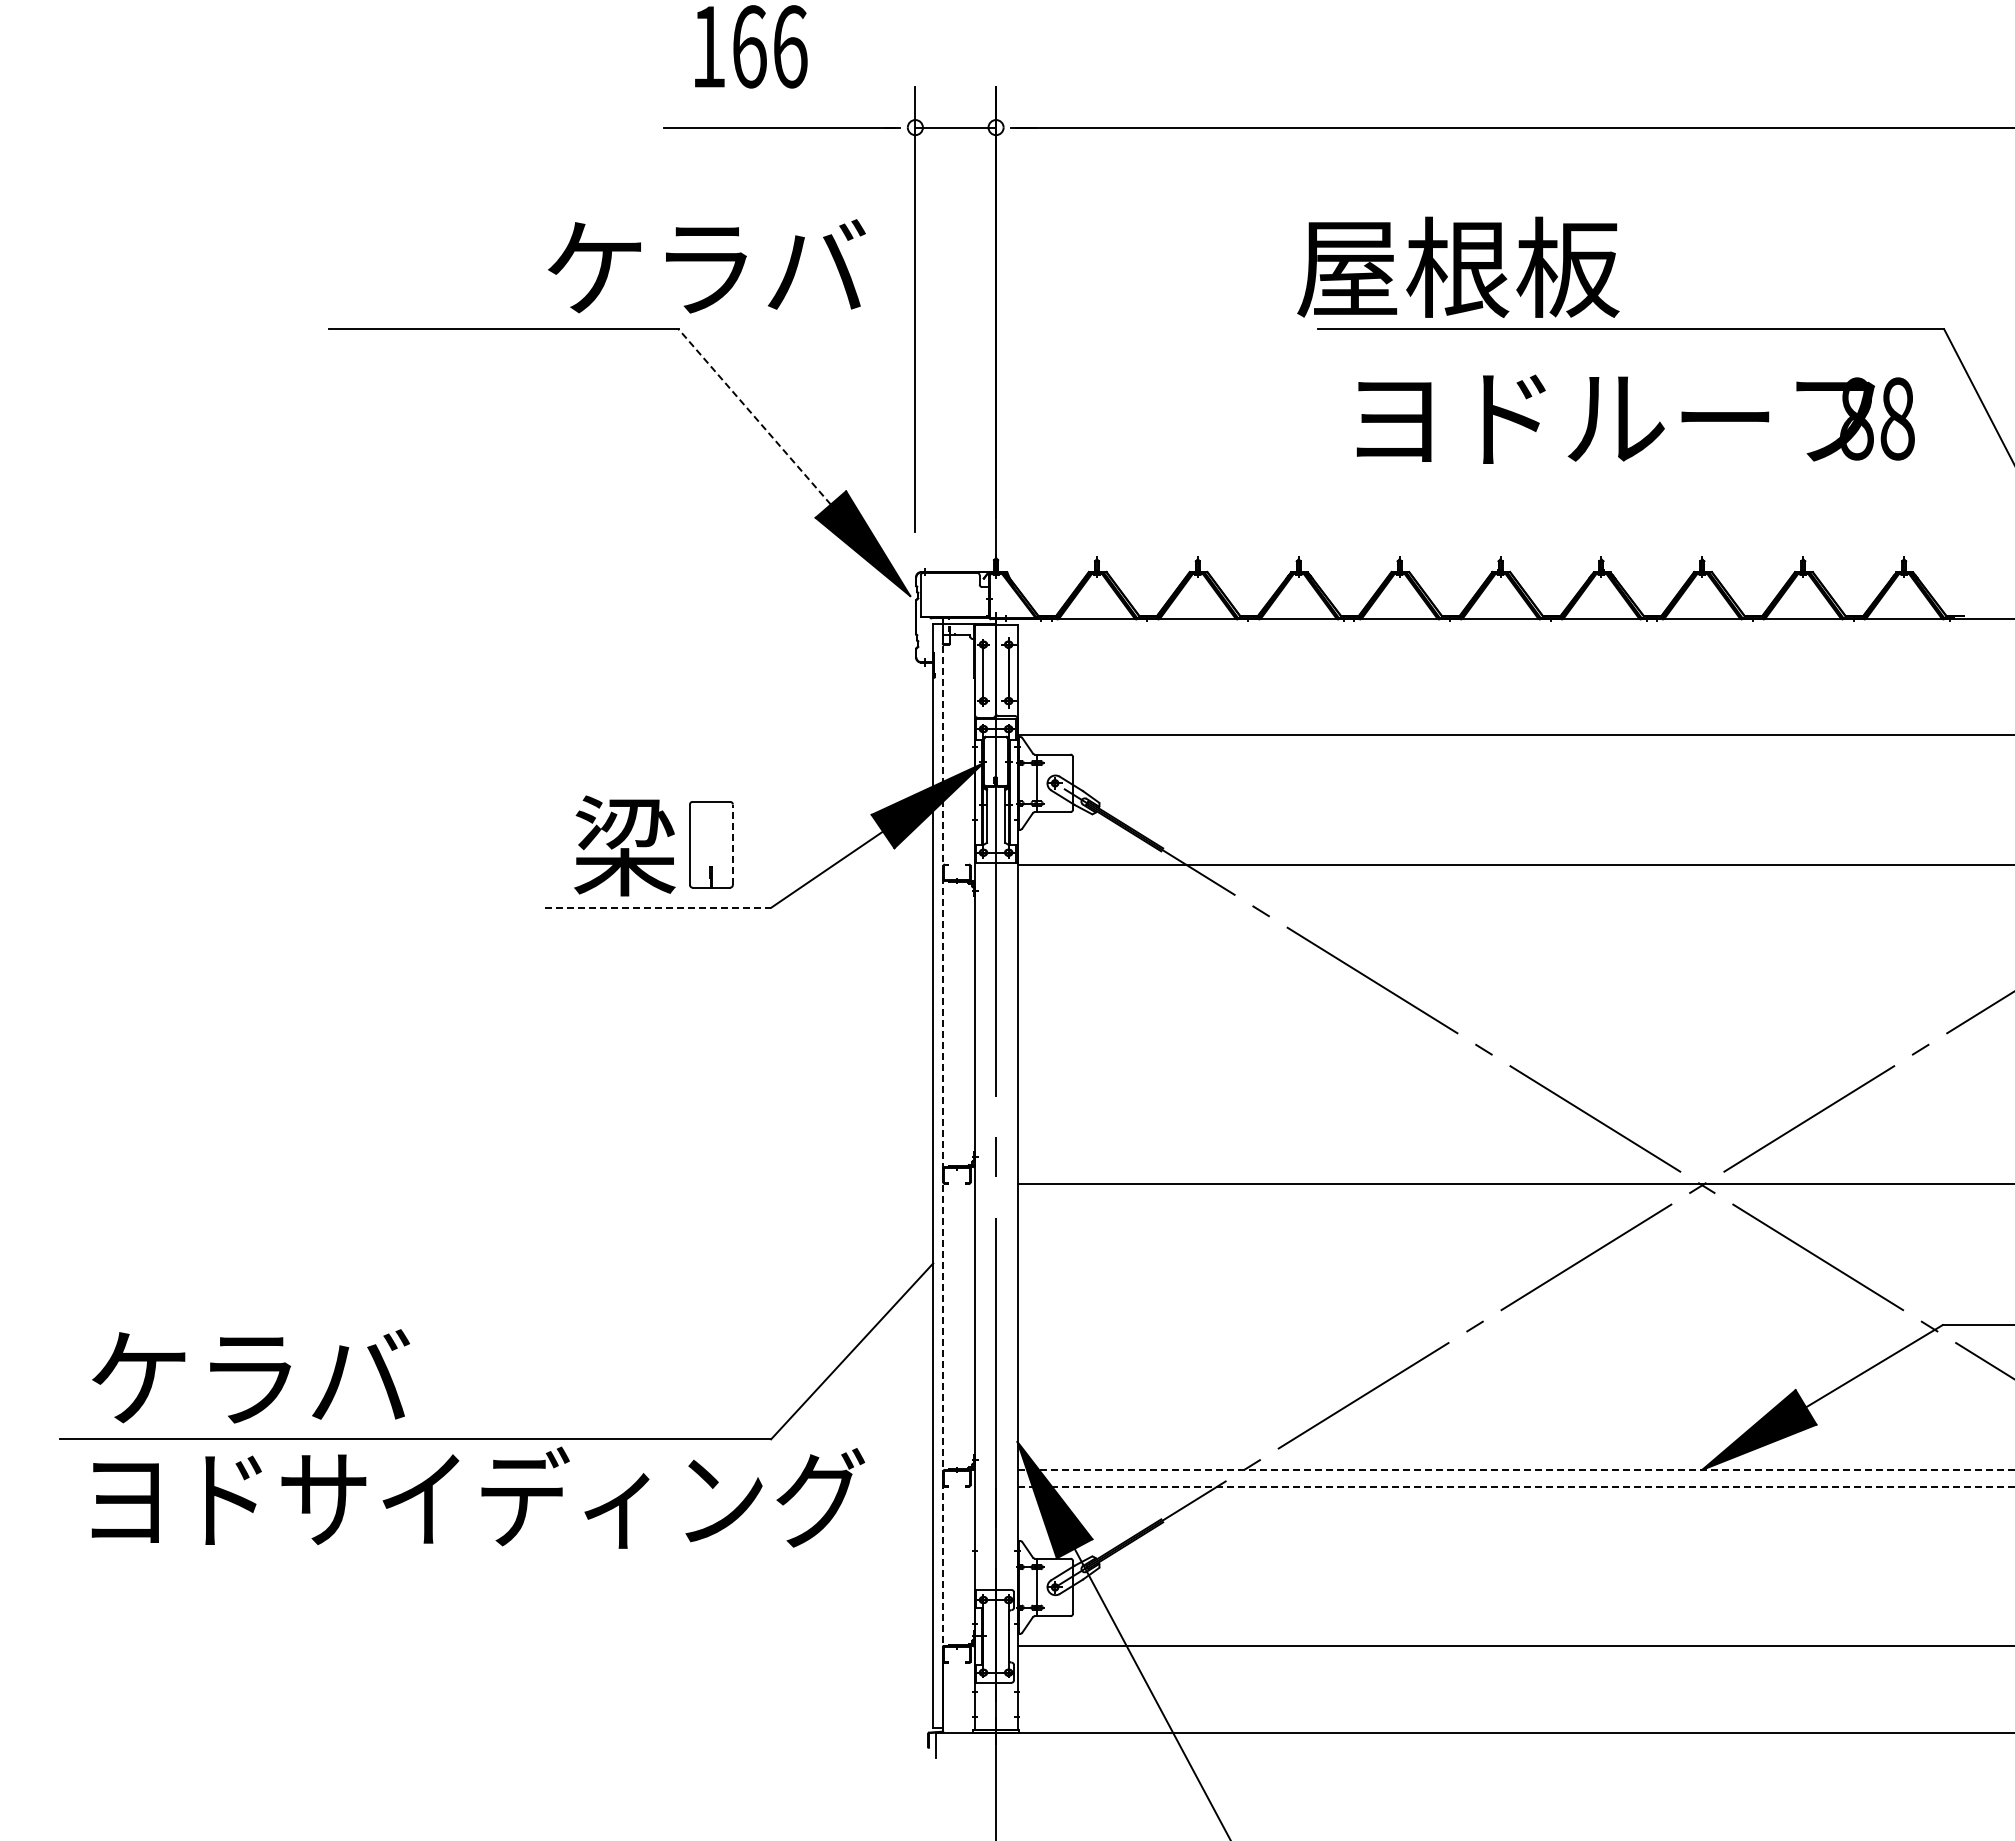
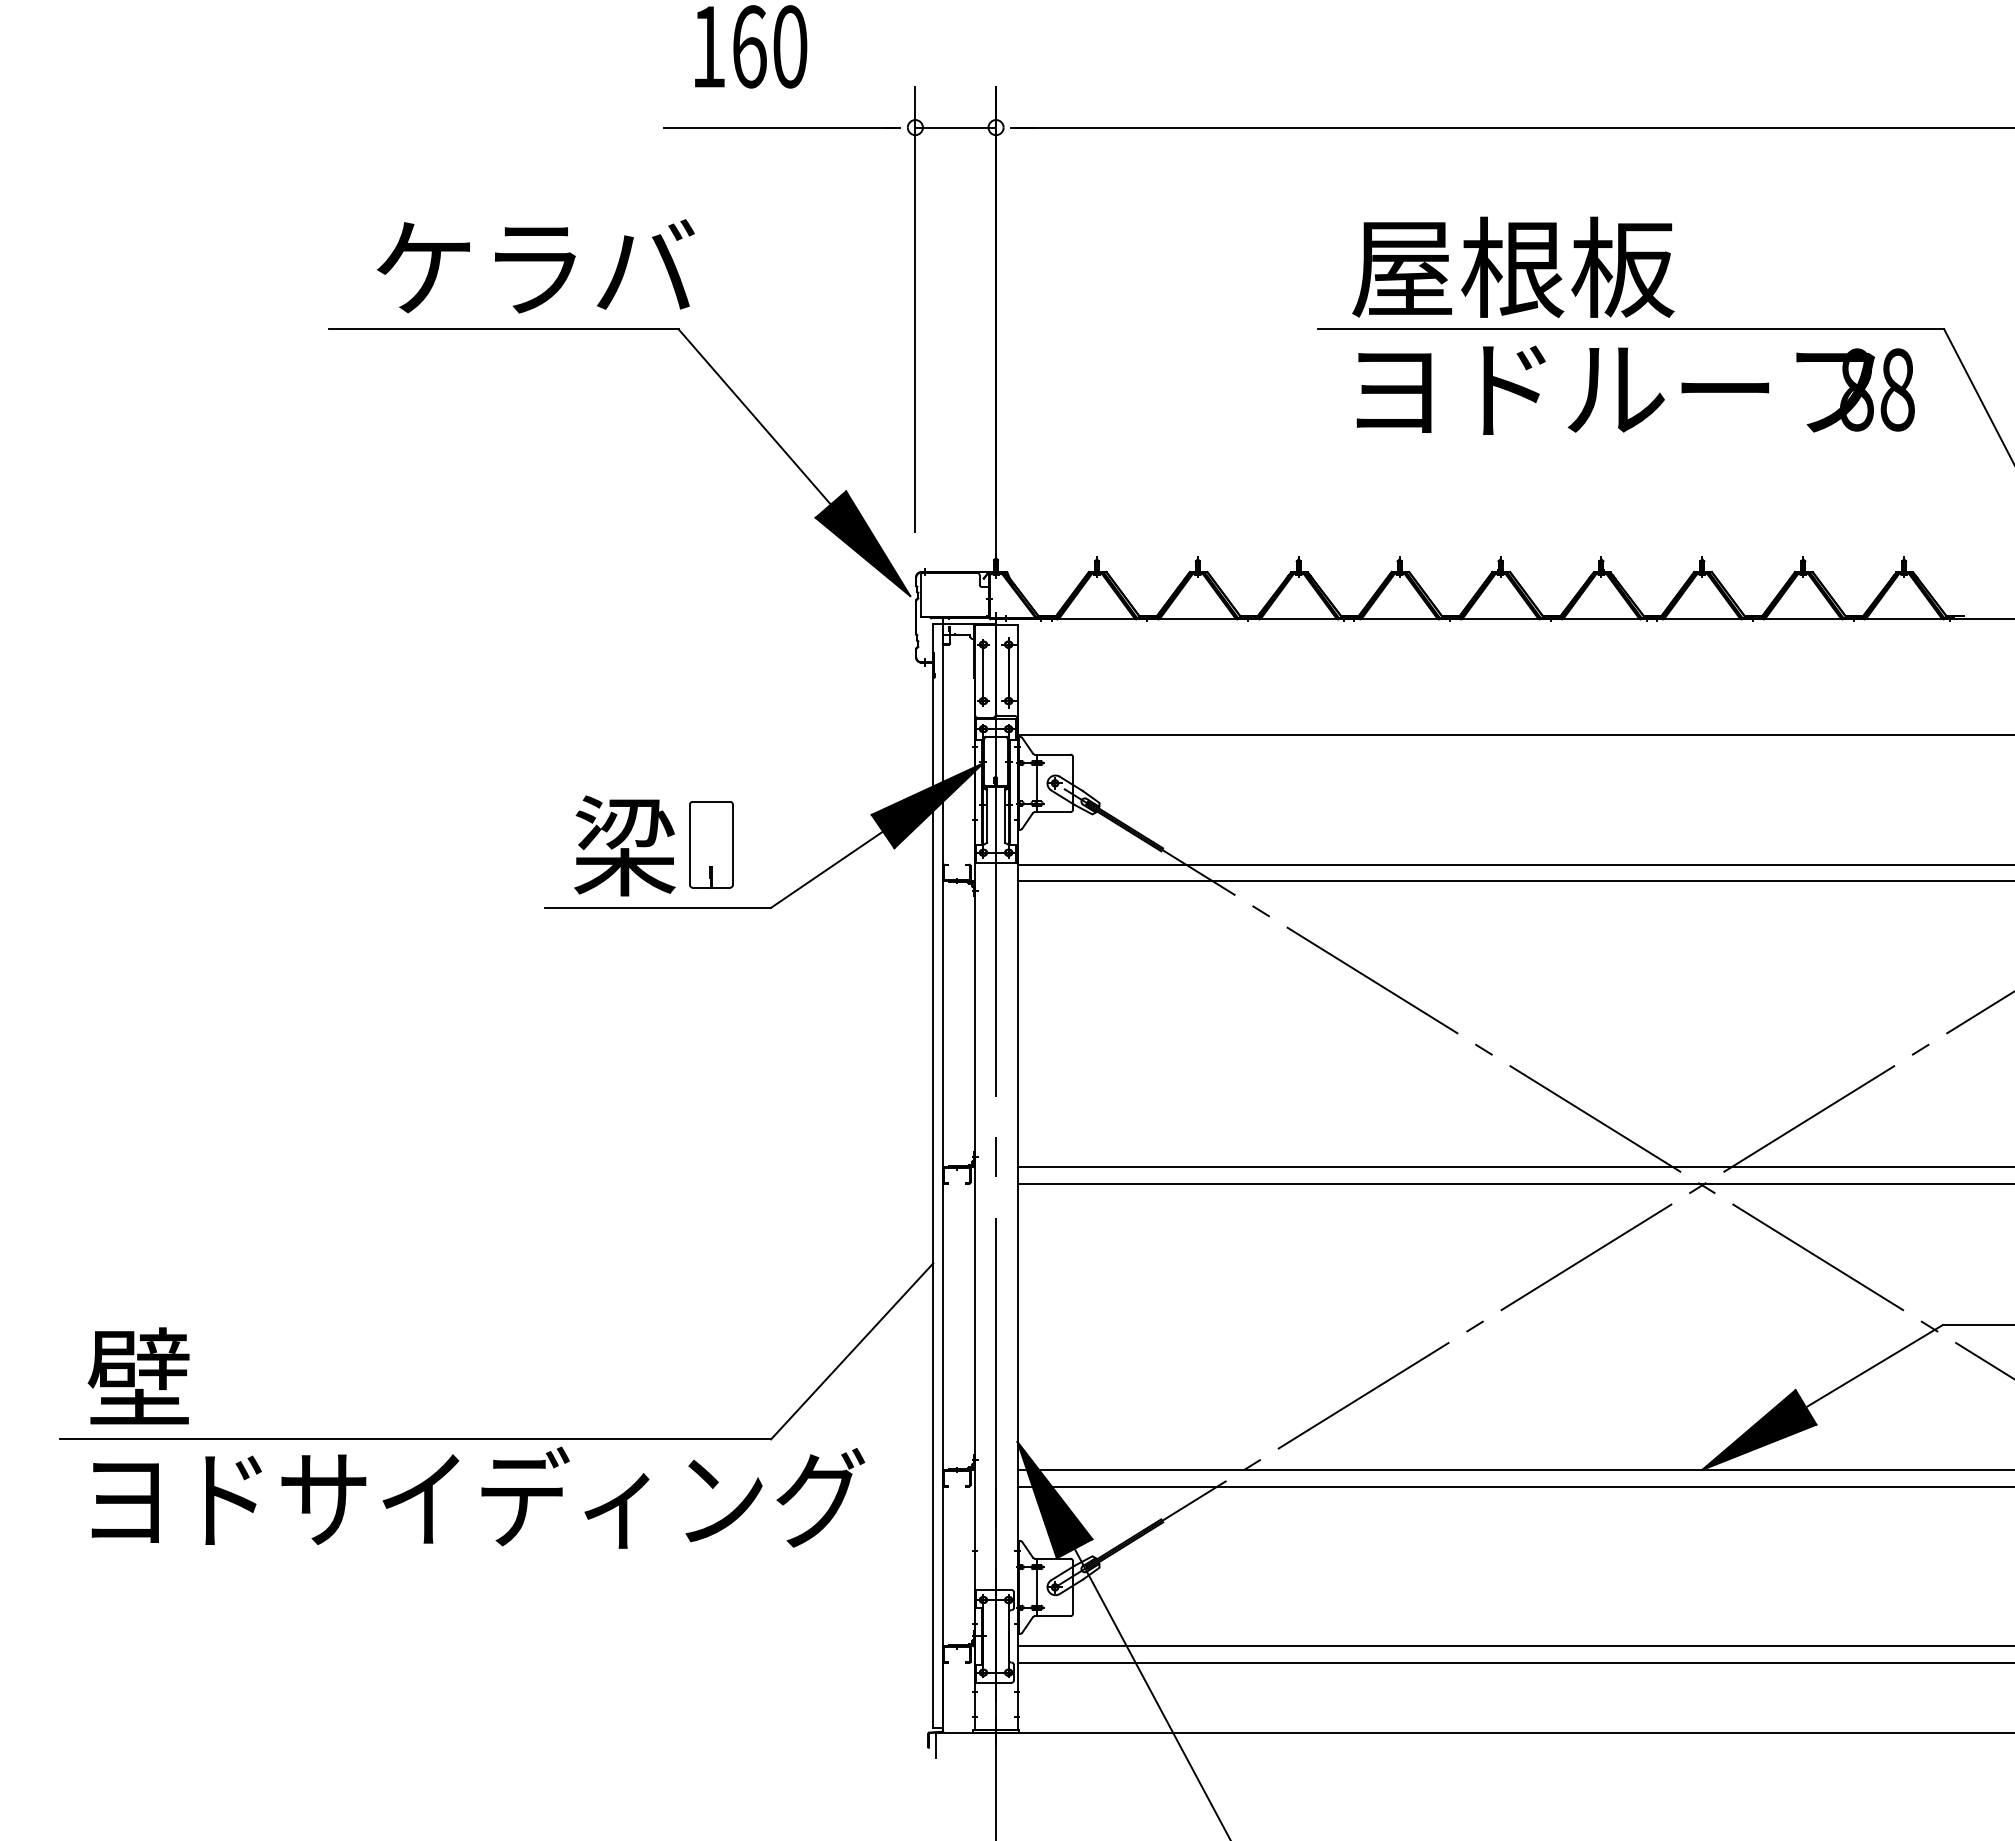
text at (790, 46): 166 -> 160
text at (706, 266) position: (706, 266) -> (535, 266)
text at (1458, 266) position: (1458, 266) -> (1513, 266)
line at (754, 416): dashed -> solid
text at (1635, 418) position: (1635, 418) -> (1635, 389)
line at (732, 844): dashed -> solid
line at (1514, 881): none -> present
line at (658, 907): dashed -> solid
line at (1514, 1167): none -> present
line at (943, 1175): dashed -> solid
text at (248, 1375): ケラバ -> 壁
line at (1516, 1469): dashed -> solid
line at (1516, 1486): dashed -> solid
line at (1514, 1663): none -> present
